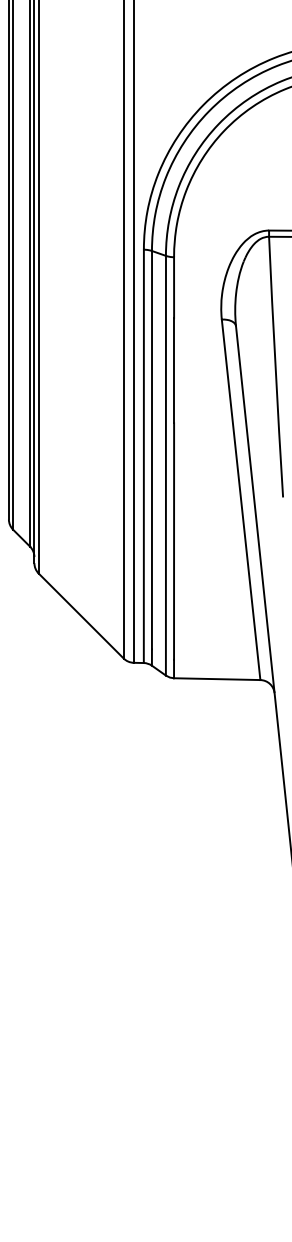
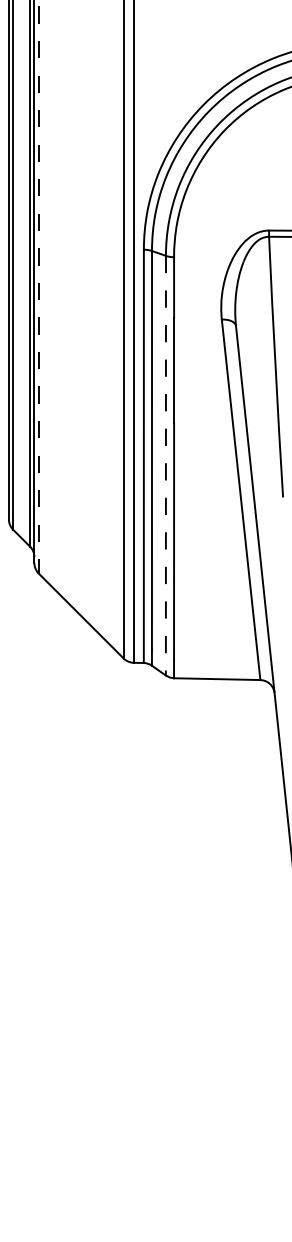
line at (38, 287): solid -> dashed
line at (165, 465): solid -> dashed
